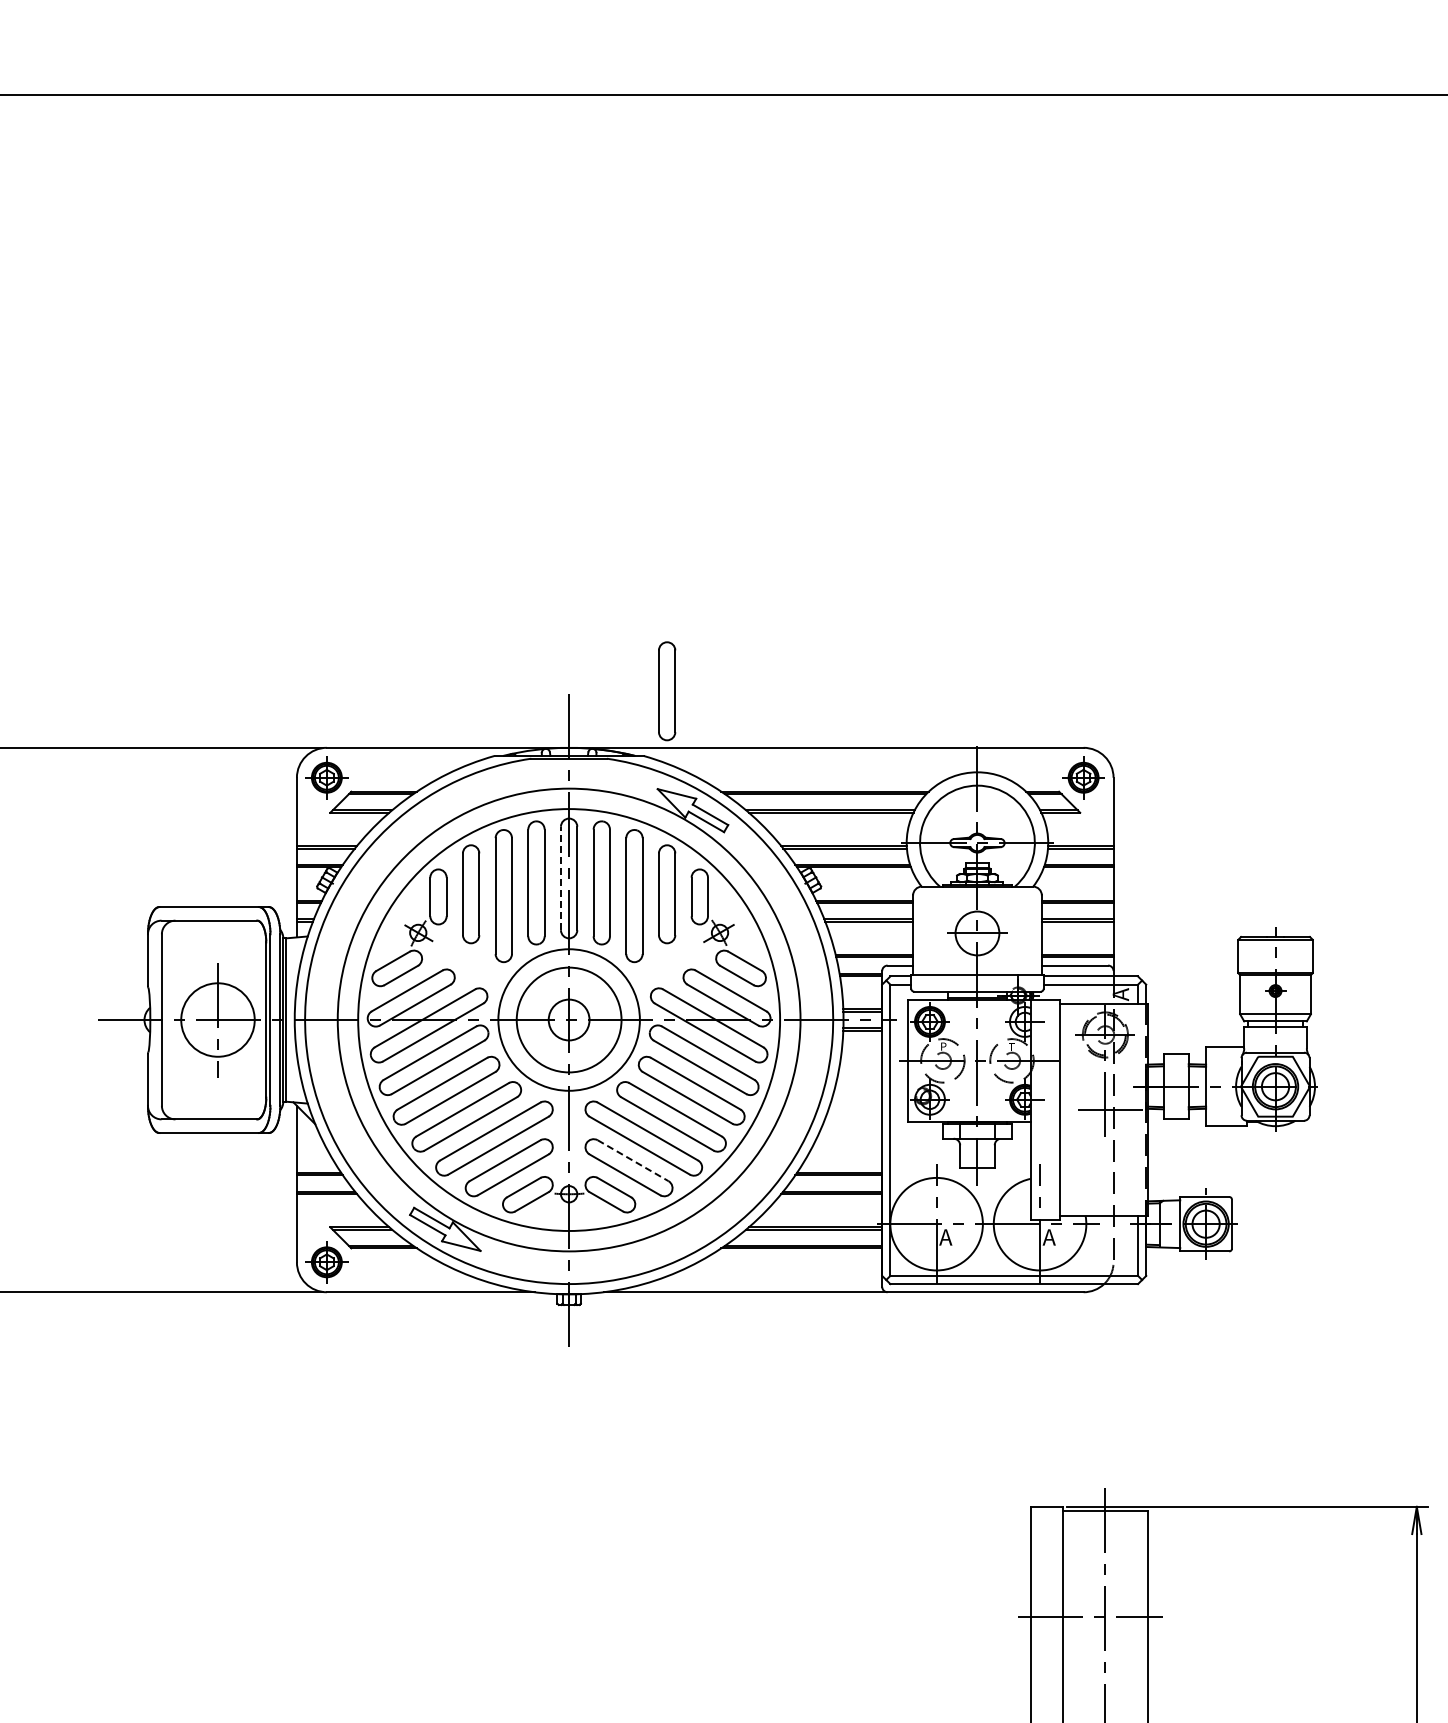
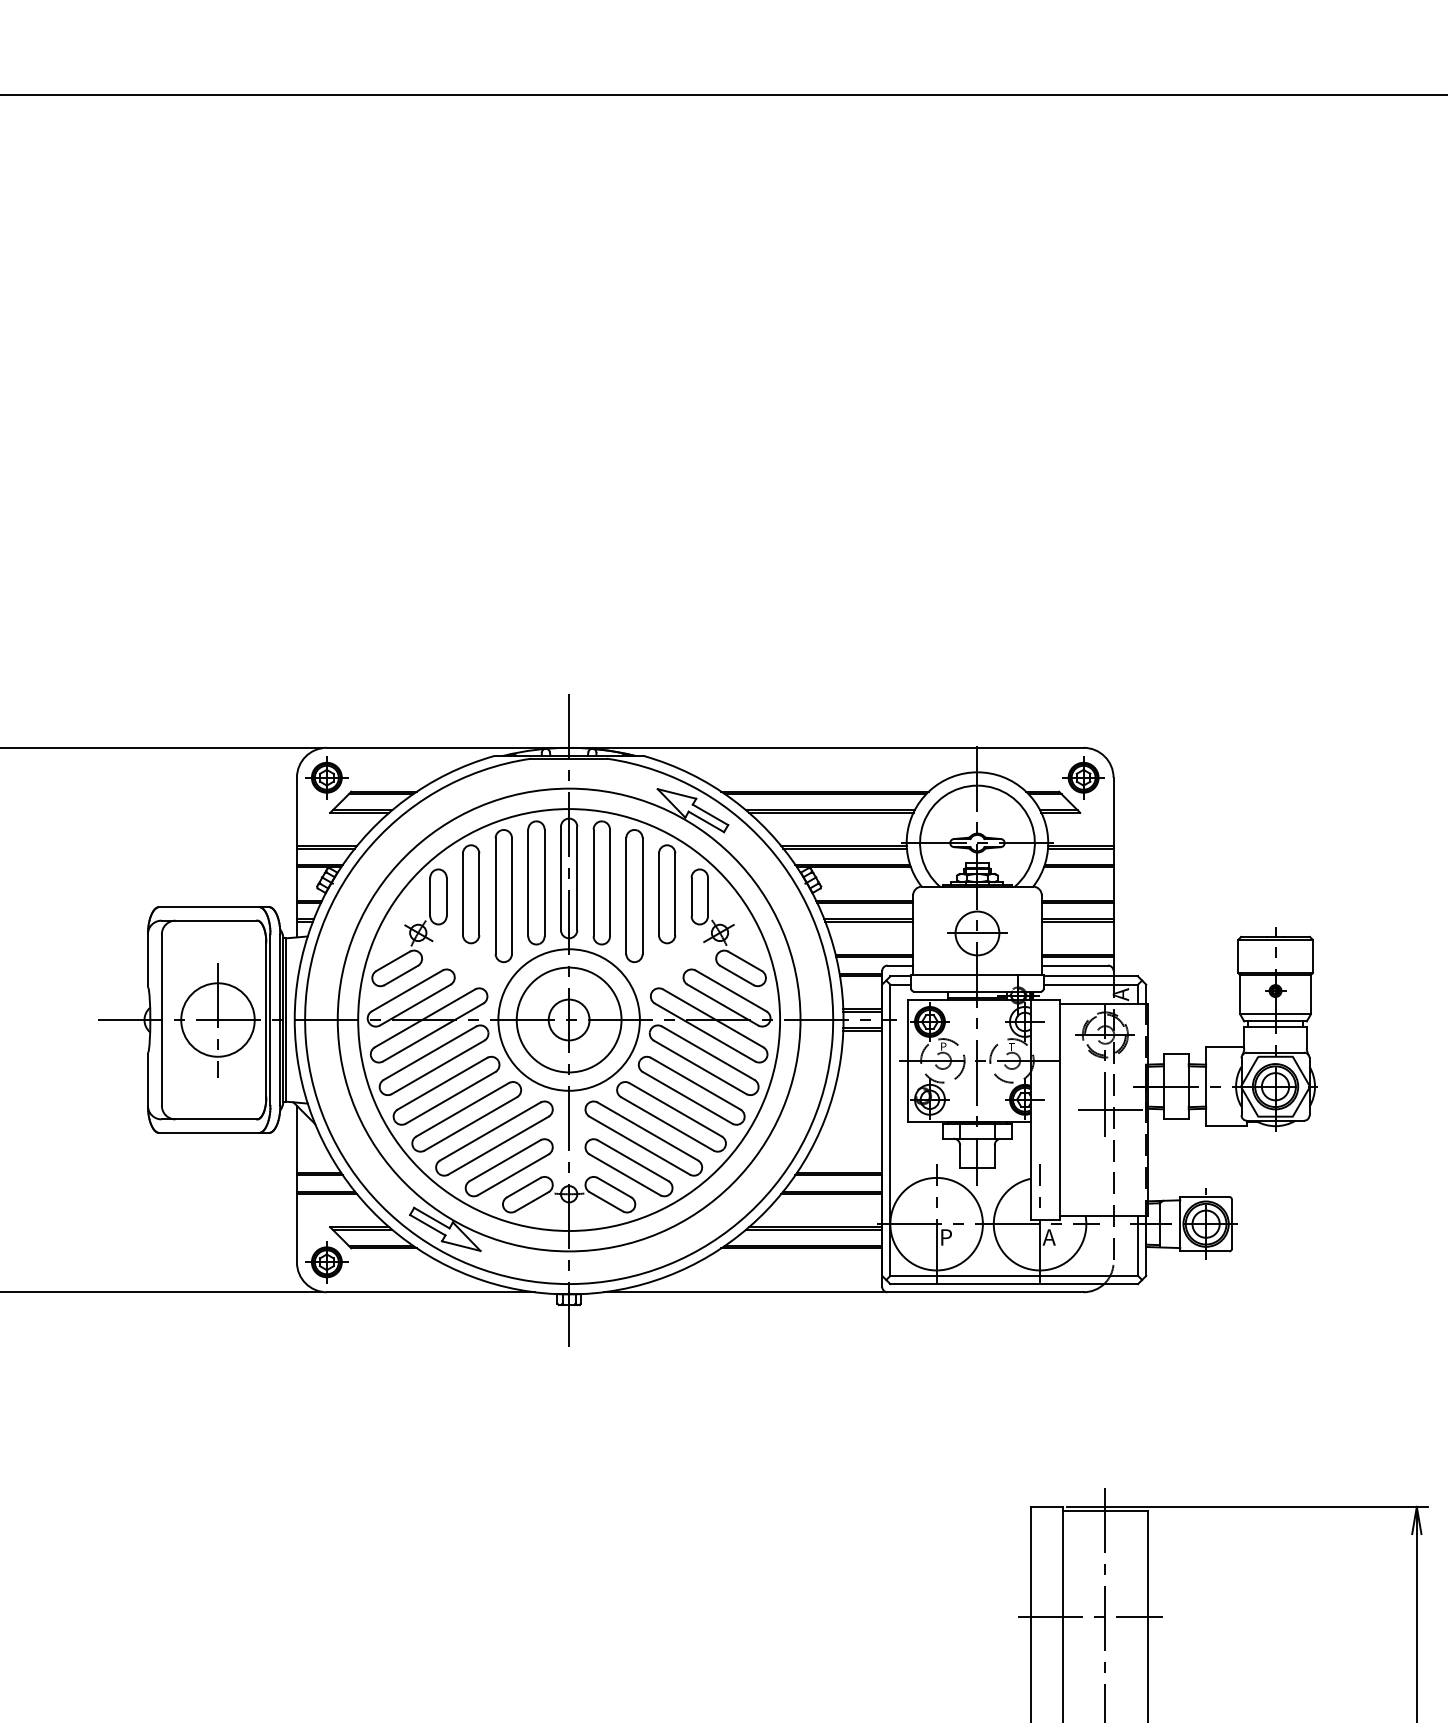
part at (667, 691): present -> none
line at (560, 878): dashed -> solid
line at (633, 1160): dashed -> solid
text at (945, 1237): A -> P
